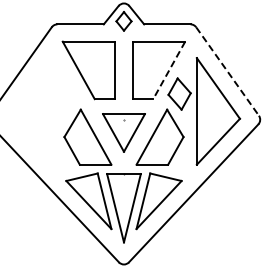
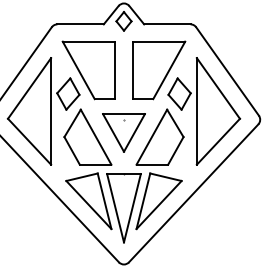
line at (169, 70): dashed -> solid
line at (227, 71): dashed -> solid
part at (43, 111): none -> present
